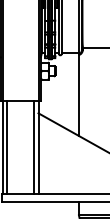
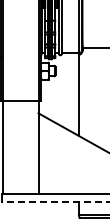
line at (7, 147): present -> none
line at (34, 147): present -> none
line at (55, 201): solid -> dashed
